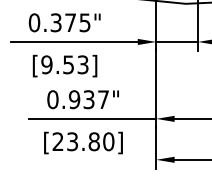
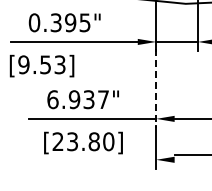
text at (70, 22): 0.375" -> 0.395"
text at (64, 65) position: (64, 65) -> (41, 65)
line at (156, 89): solid -> dashed
text at (52, 99): 0.937" -> 6.937"
line at (191, 159) position: (191, 159) -> (191, 154)
